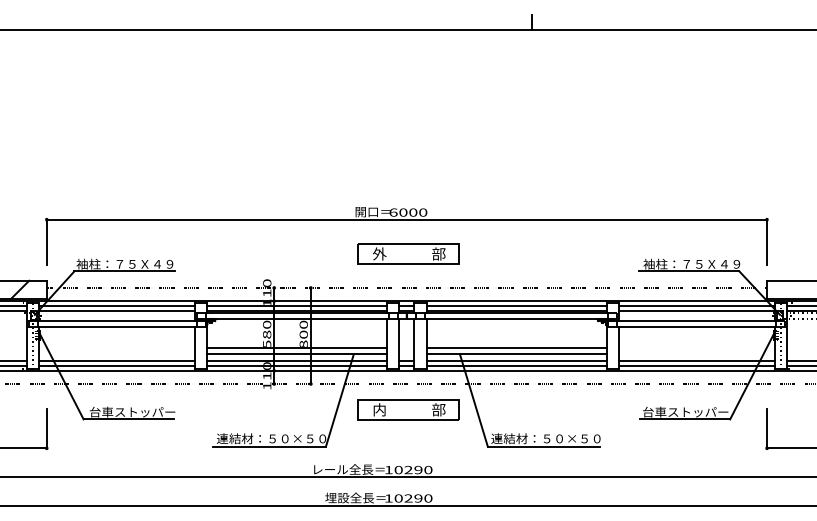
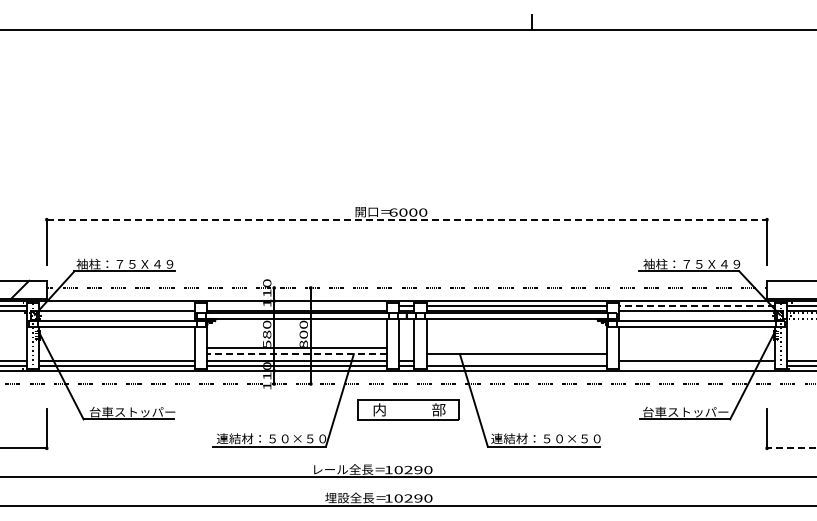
line at (407, 219): solid -> dashed
part at (408, 253): present -> none
line at (117, 305): present -> none
line at (297, 305): present -> none
line at (696, 305): solid -> dashed
line at (516, 348): present -> none
line at (297, 354): solid -> dashed
line at (516, 360): present -> none
line at (696, 365): present -> none
line at (791, 448): solid -> dashed
